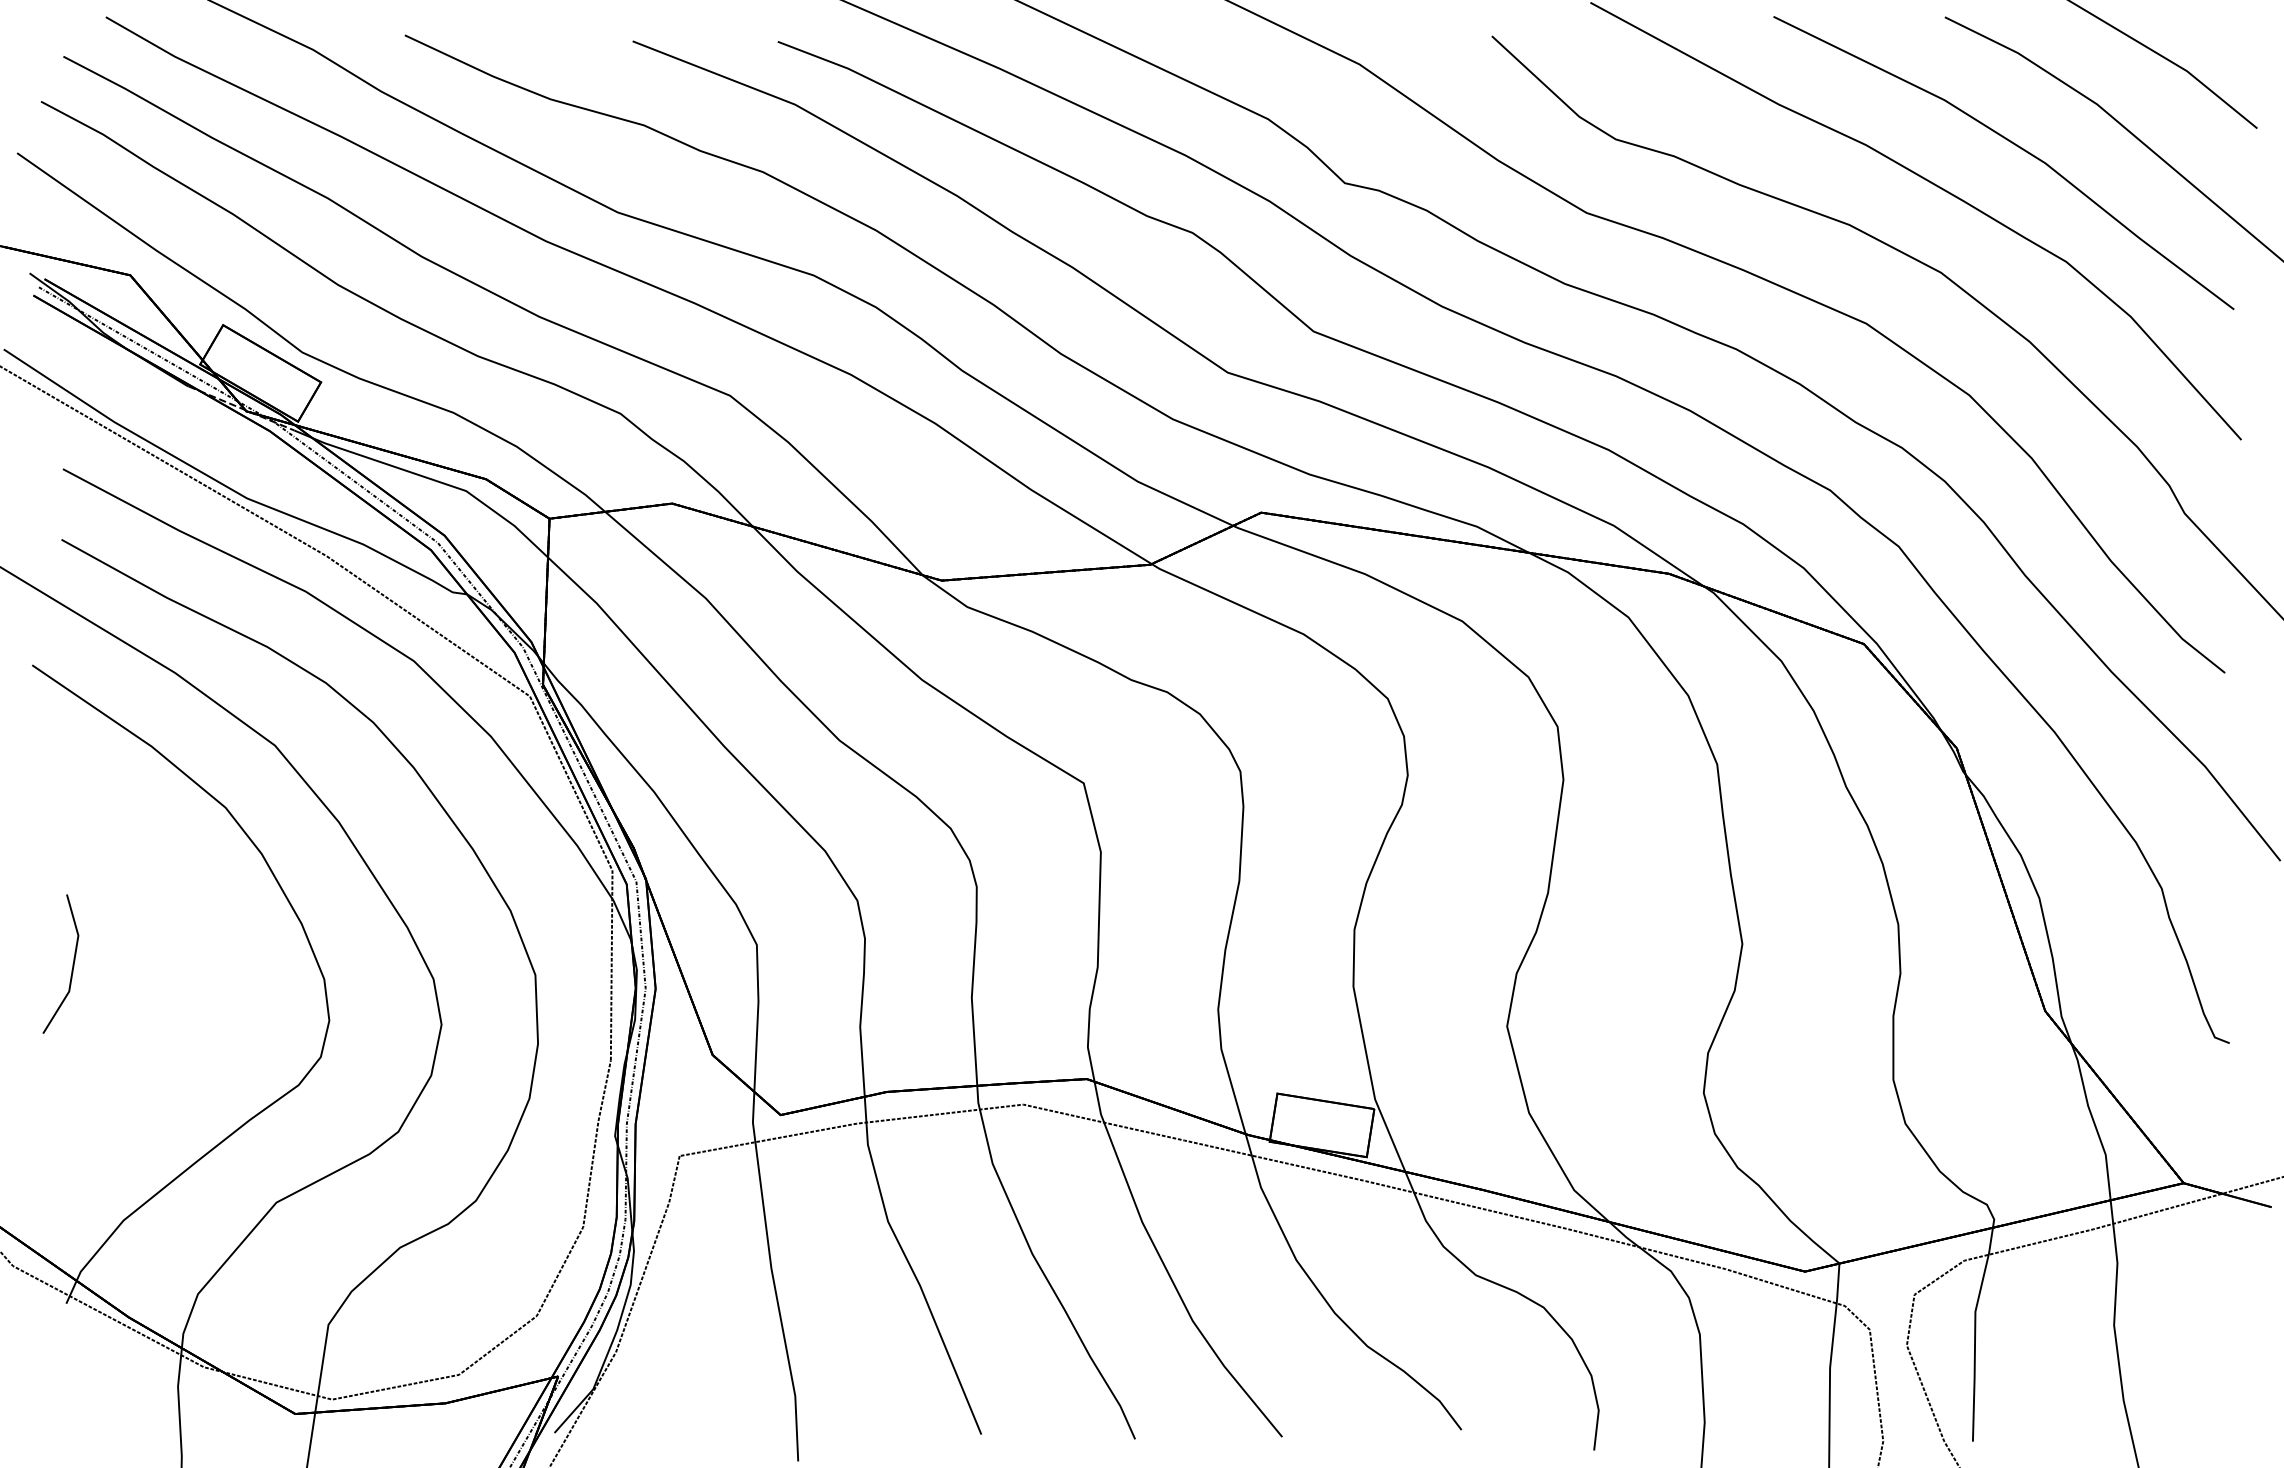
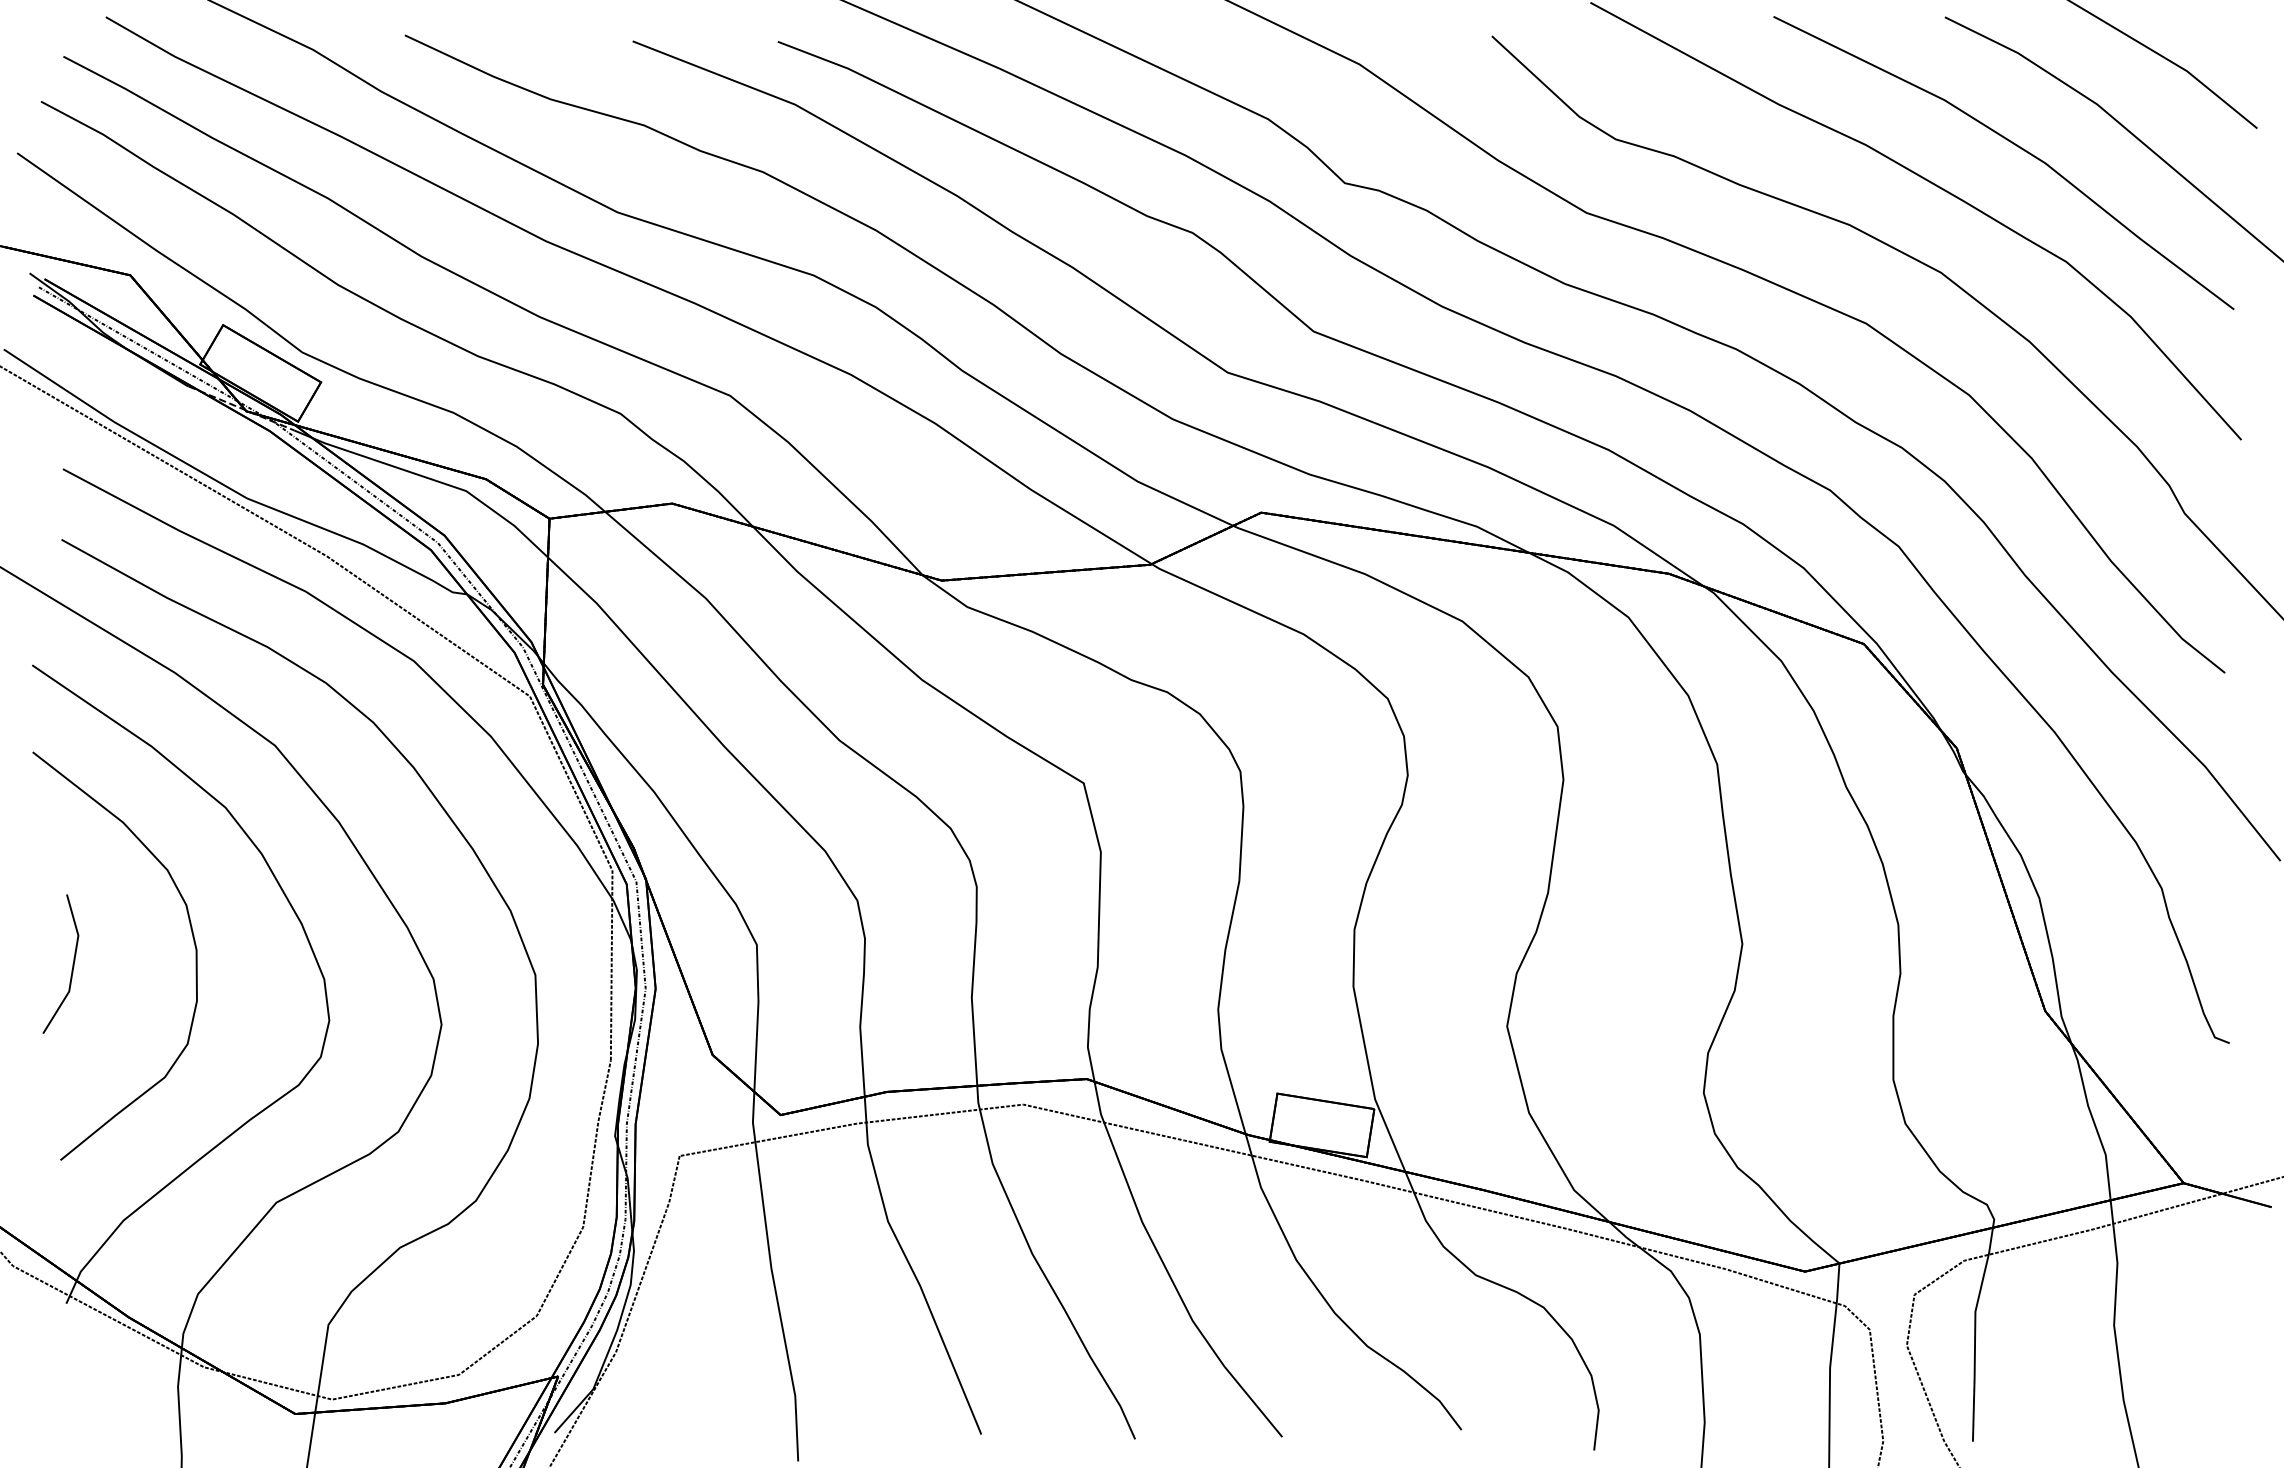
part at (192, 937): none -> present
